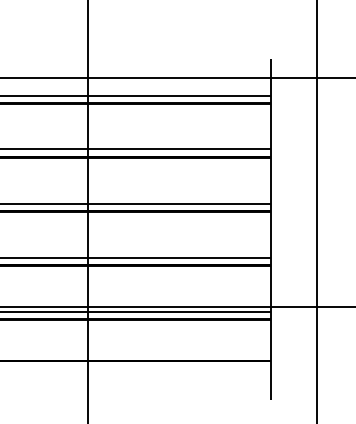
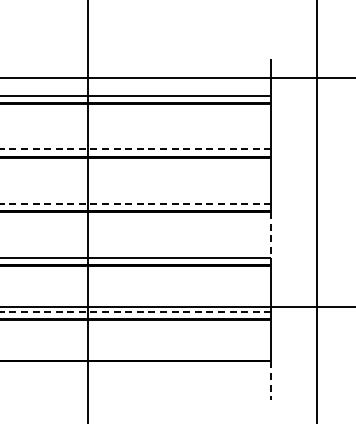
line at (135, 149): solid -> dashed
line at (135, 203): solid -> dashed
line at (271, 234): solid -> dashed
line at (135, 311): solid -> dashed
line at (271, 381): solid -> dashed
